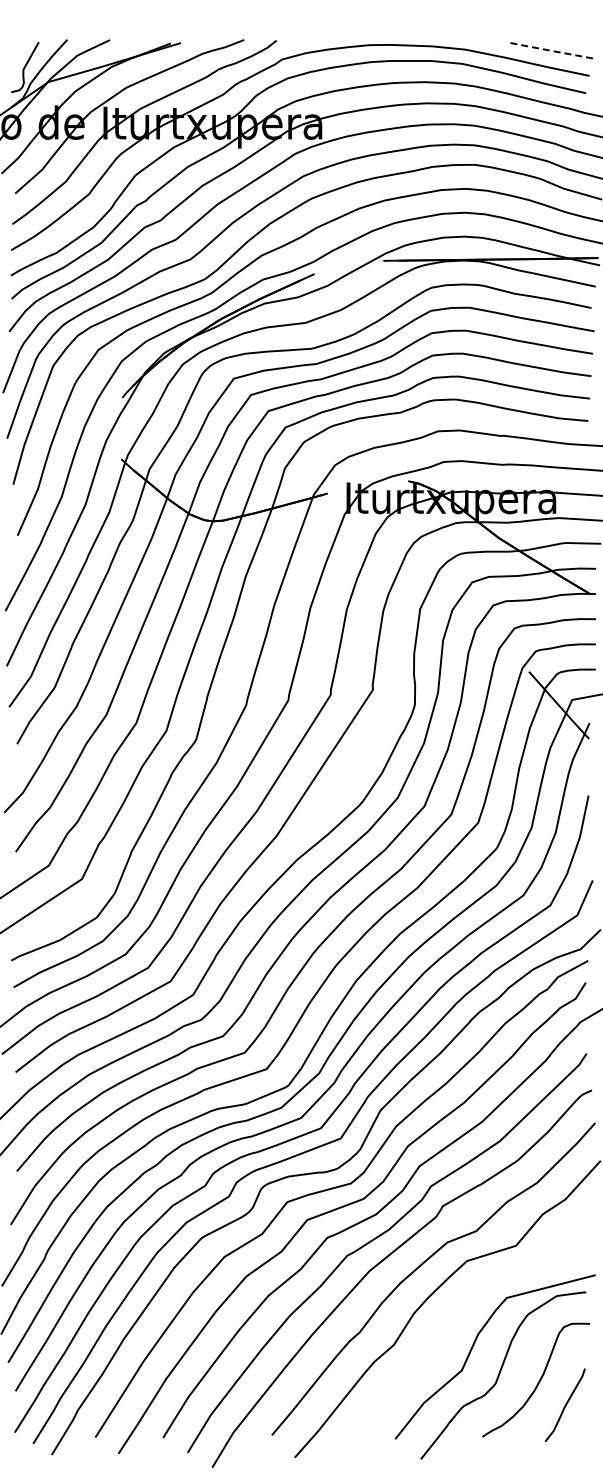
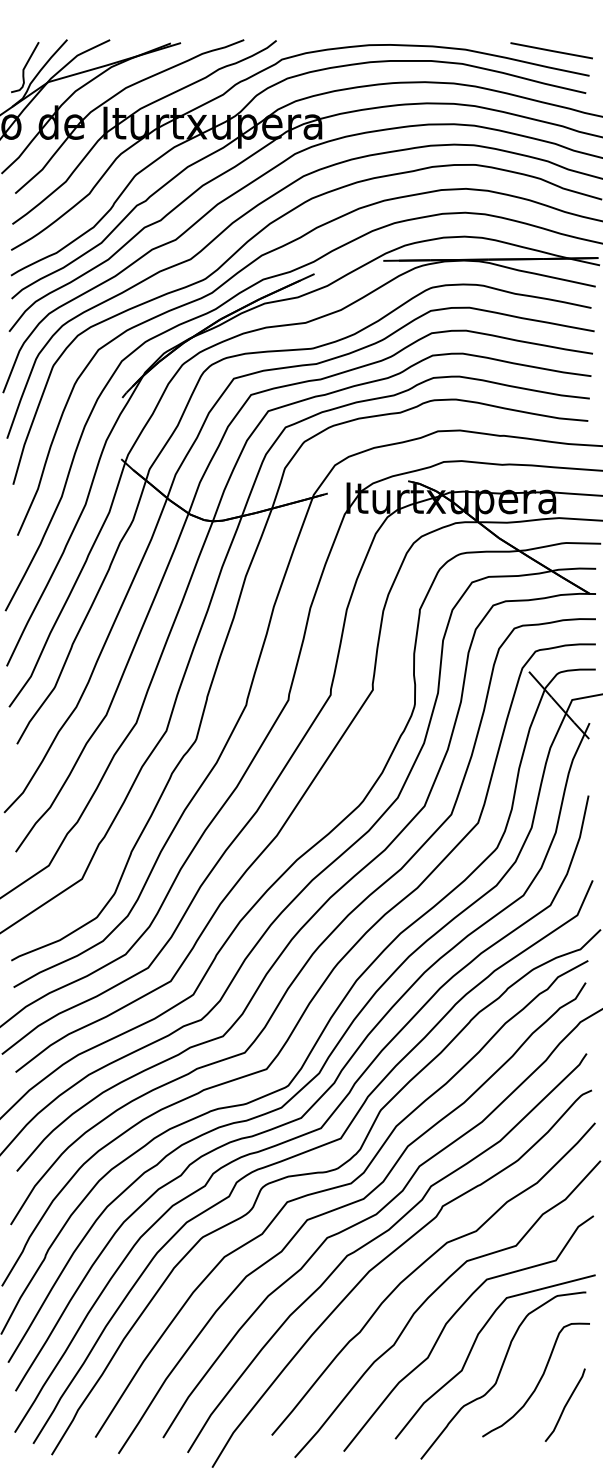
line at (552, 51): dashed -> solid
curve at (451, 1319): none -> present
